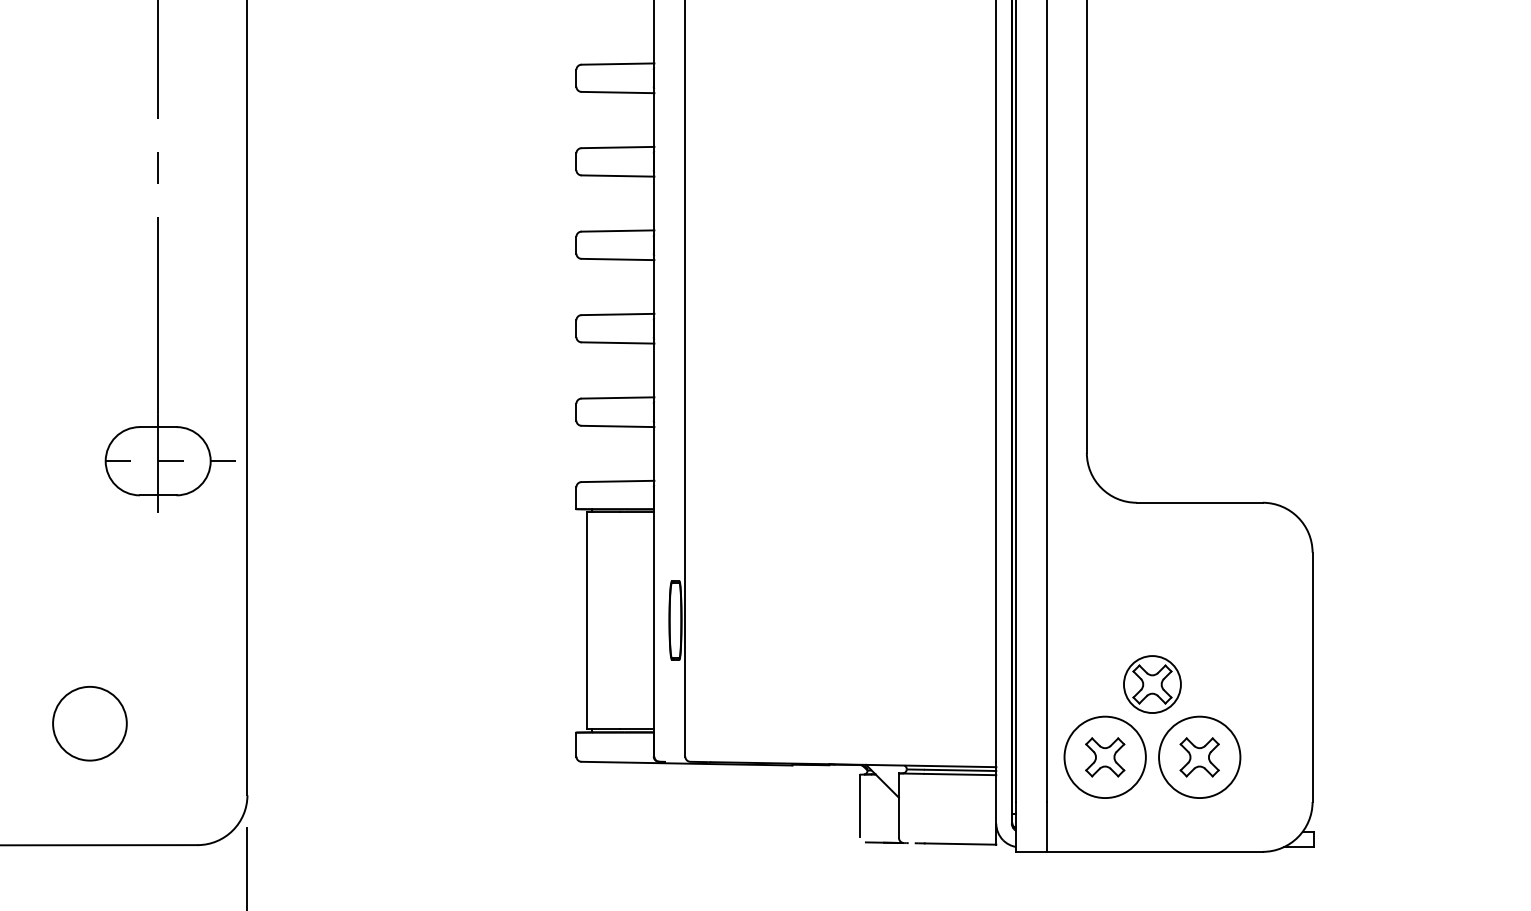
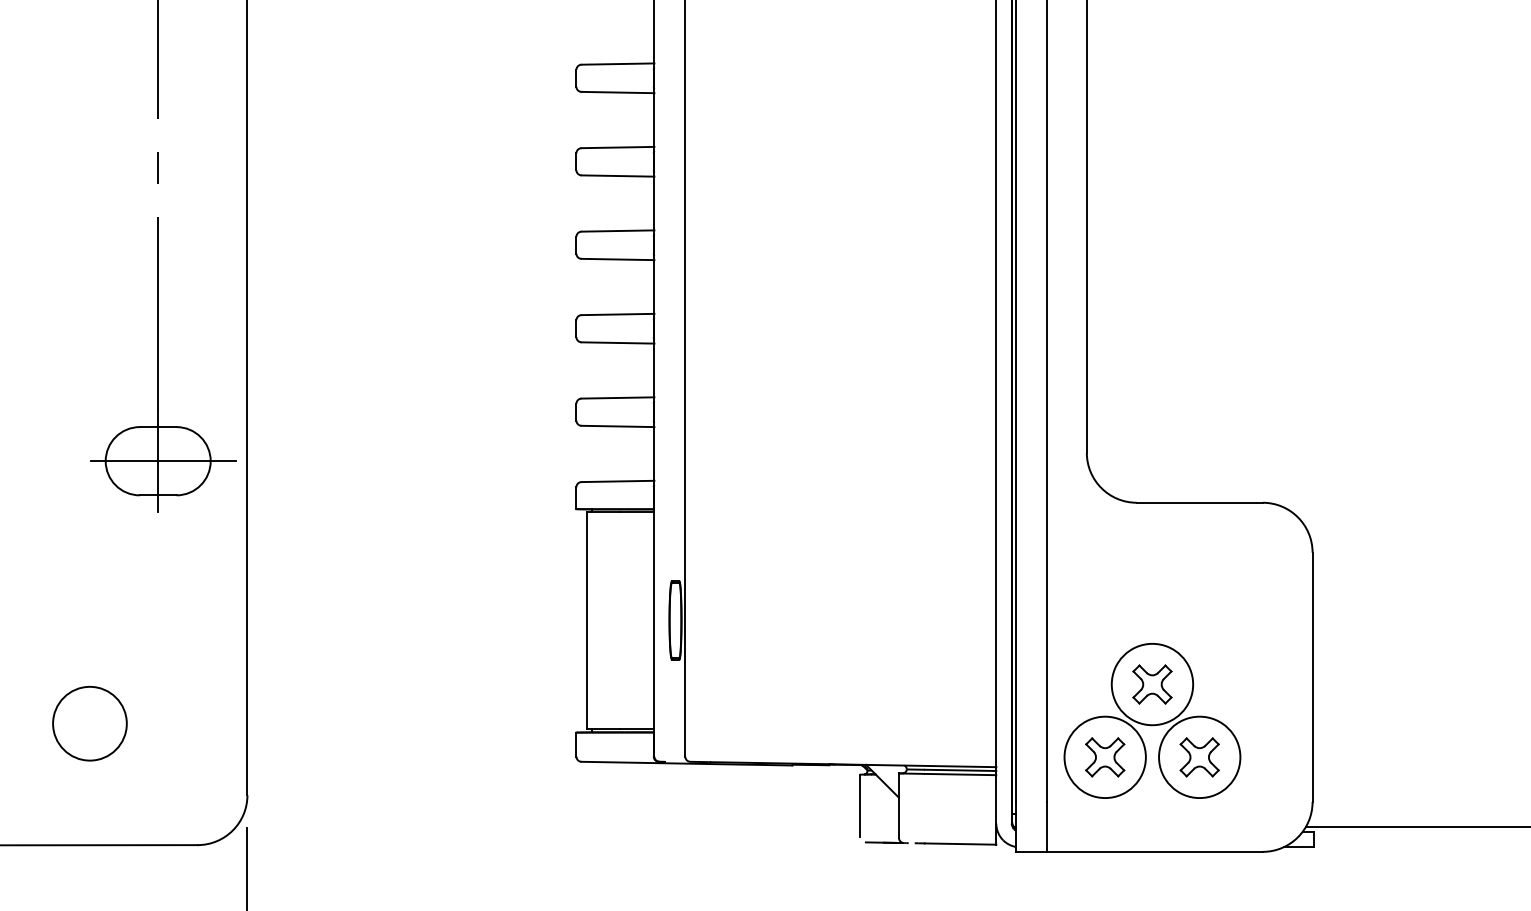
line at (163, 461): dashed -> solid
circle at (1151, 684) diameter: 57 px -> 81 px
line at (1416, 826): none -> present
